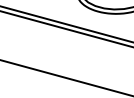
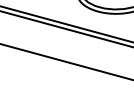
line at (65, 77) position: (65, 77) -> (66, 61)
